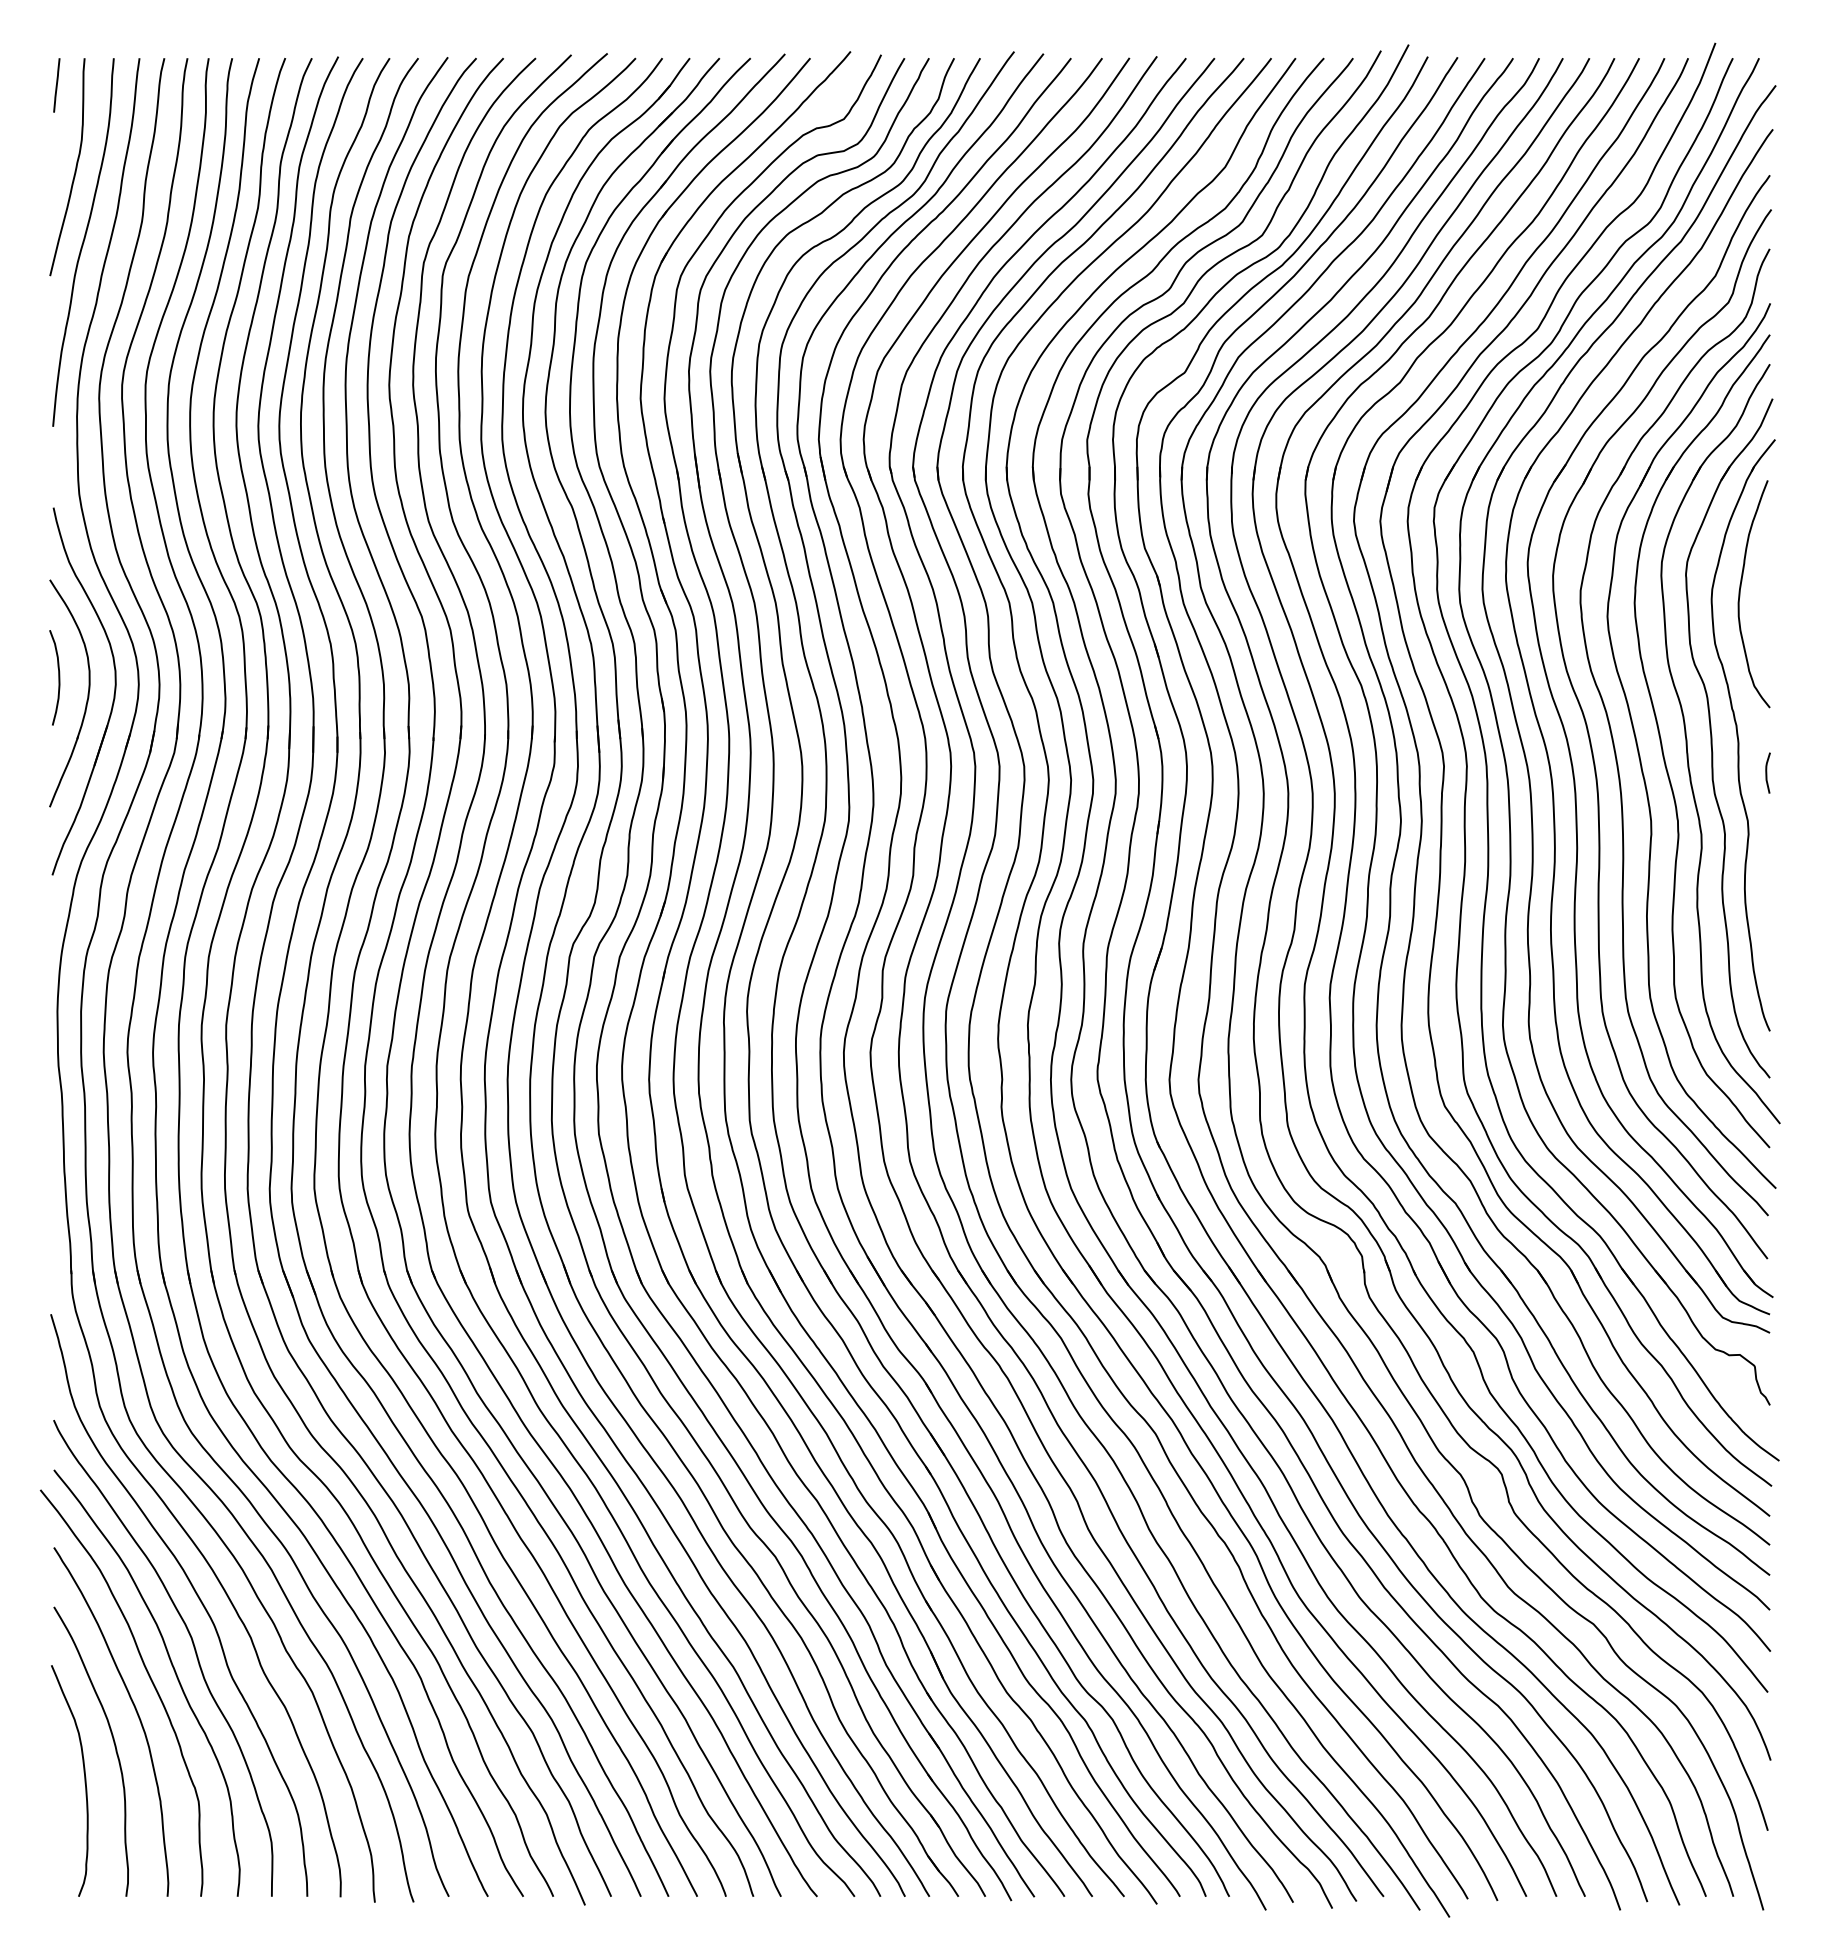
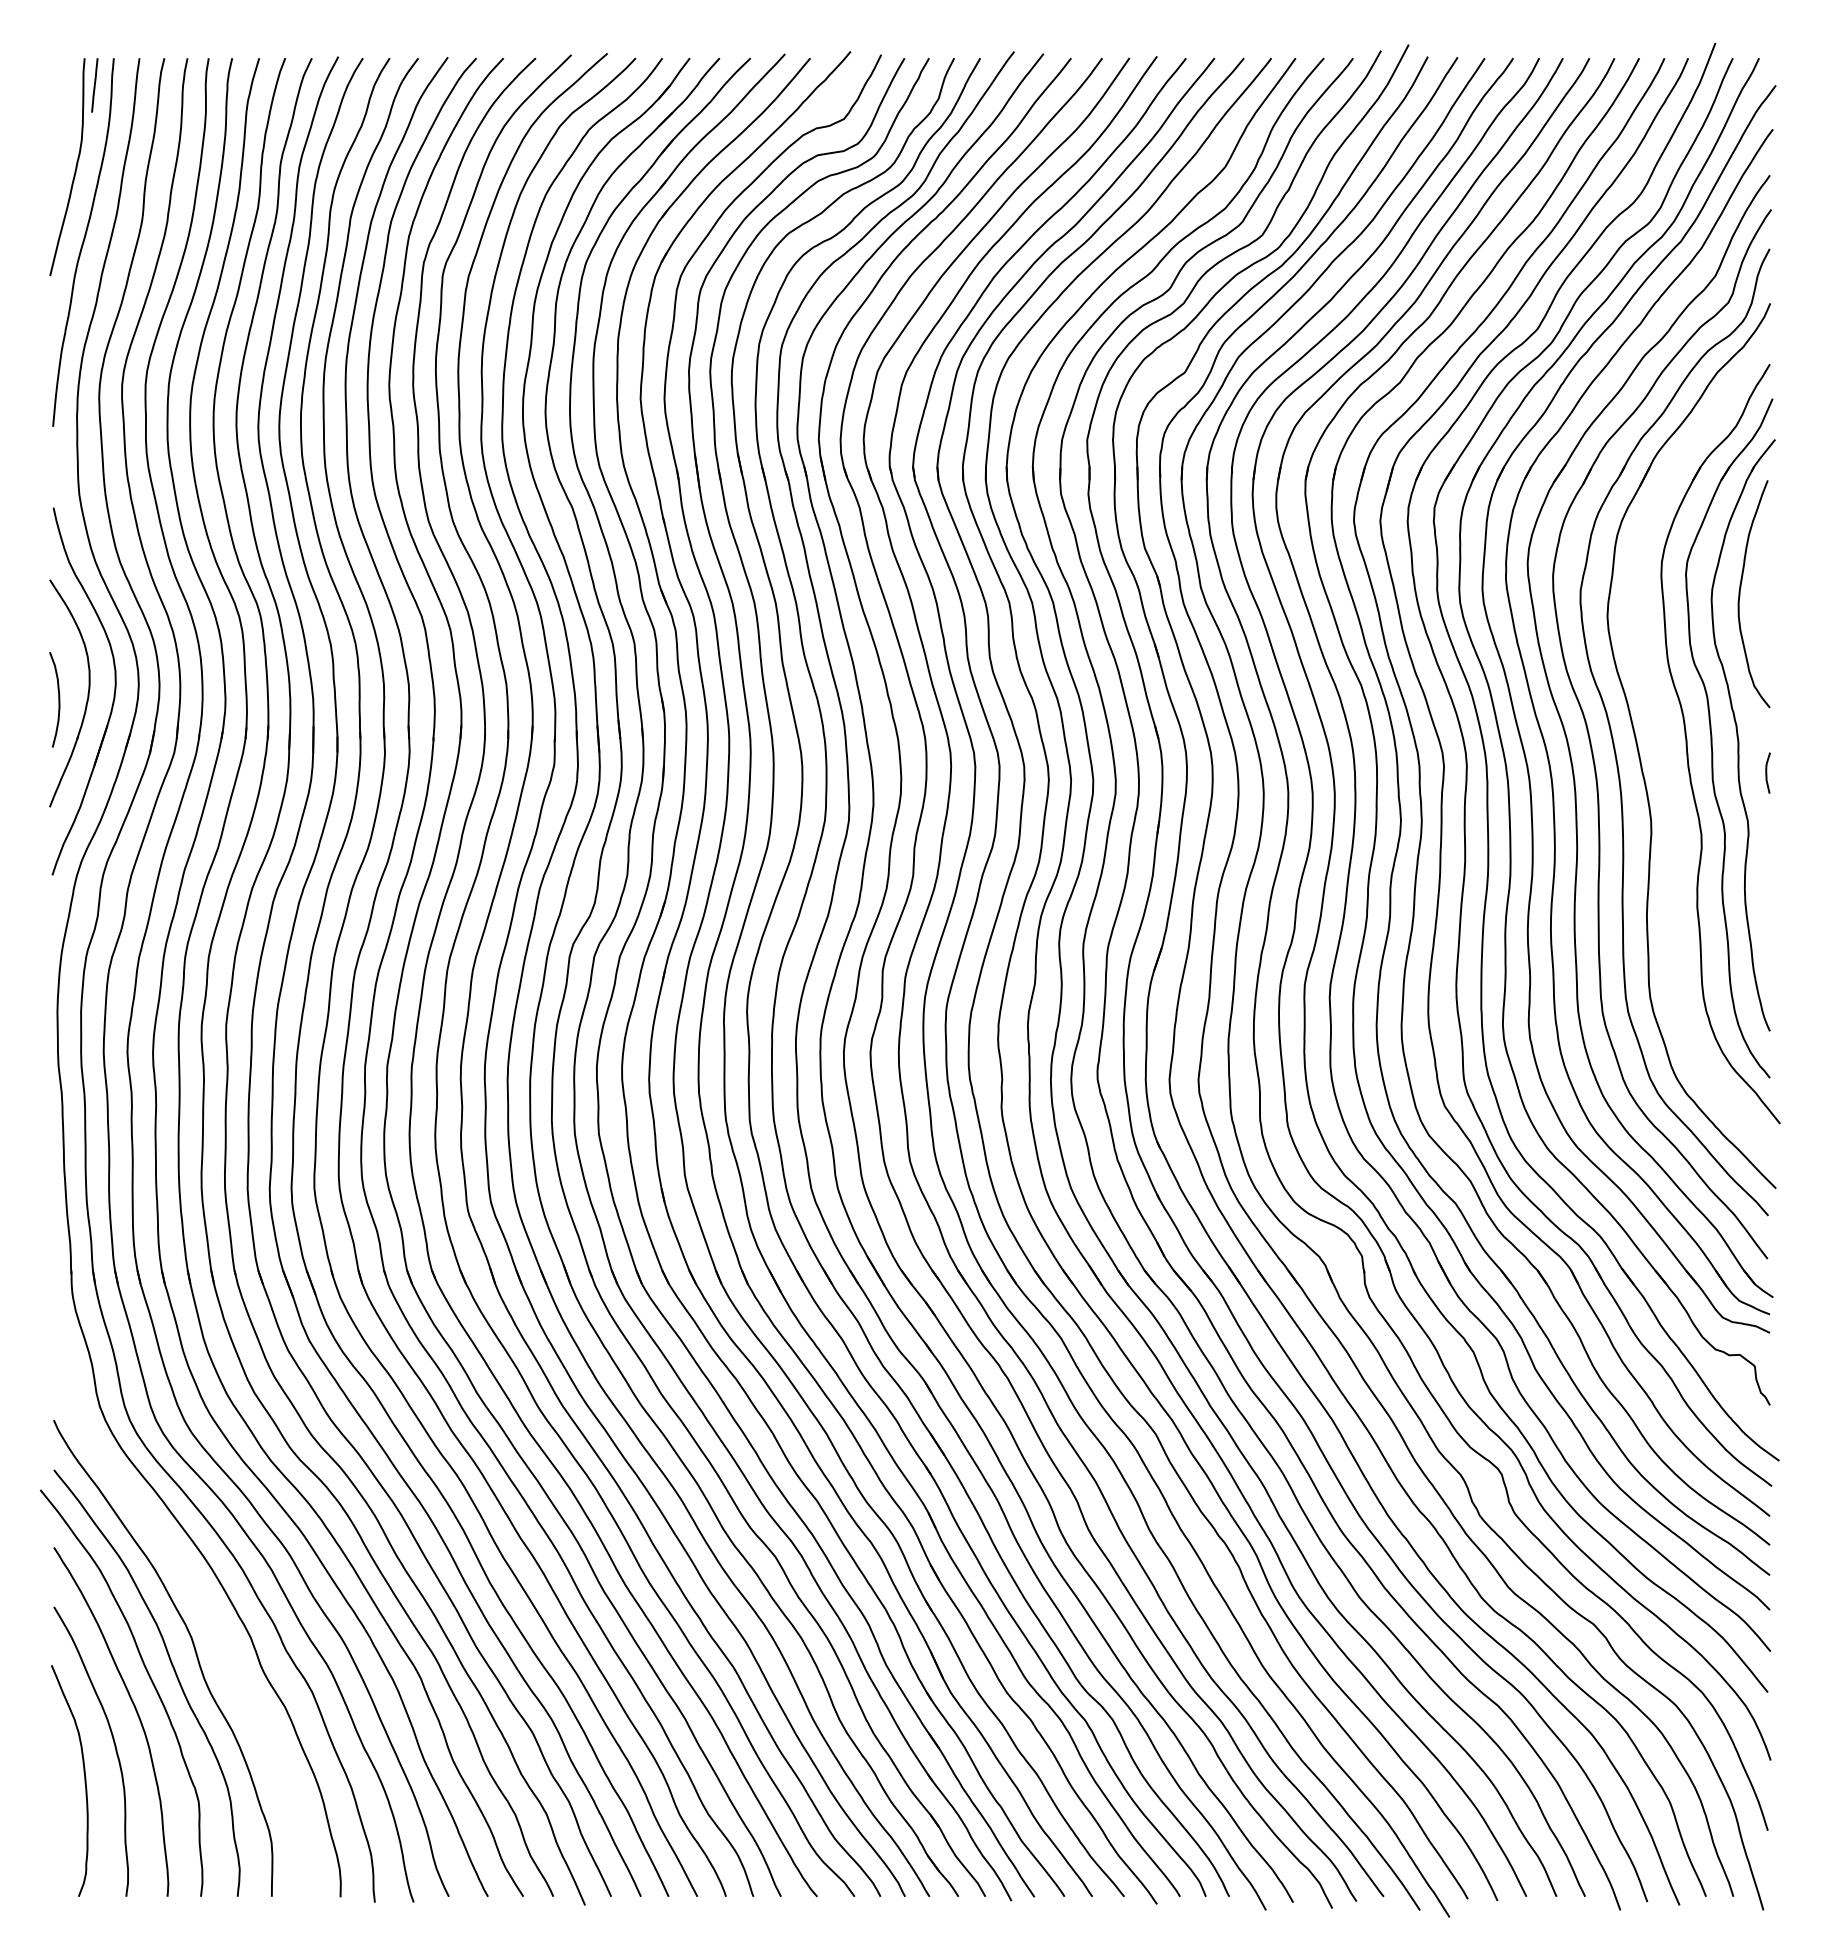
line at (56, 85) position: (56, 85) -> (94, 85)
curve at (58, 677) position: (58, 677) -> (58, 699)
part at (1663, 749): present -> none
curve at (197, 1597): present -> none
